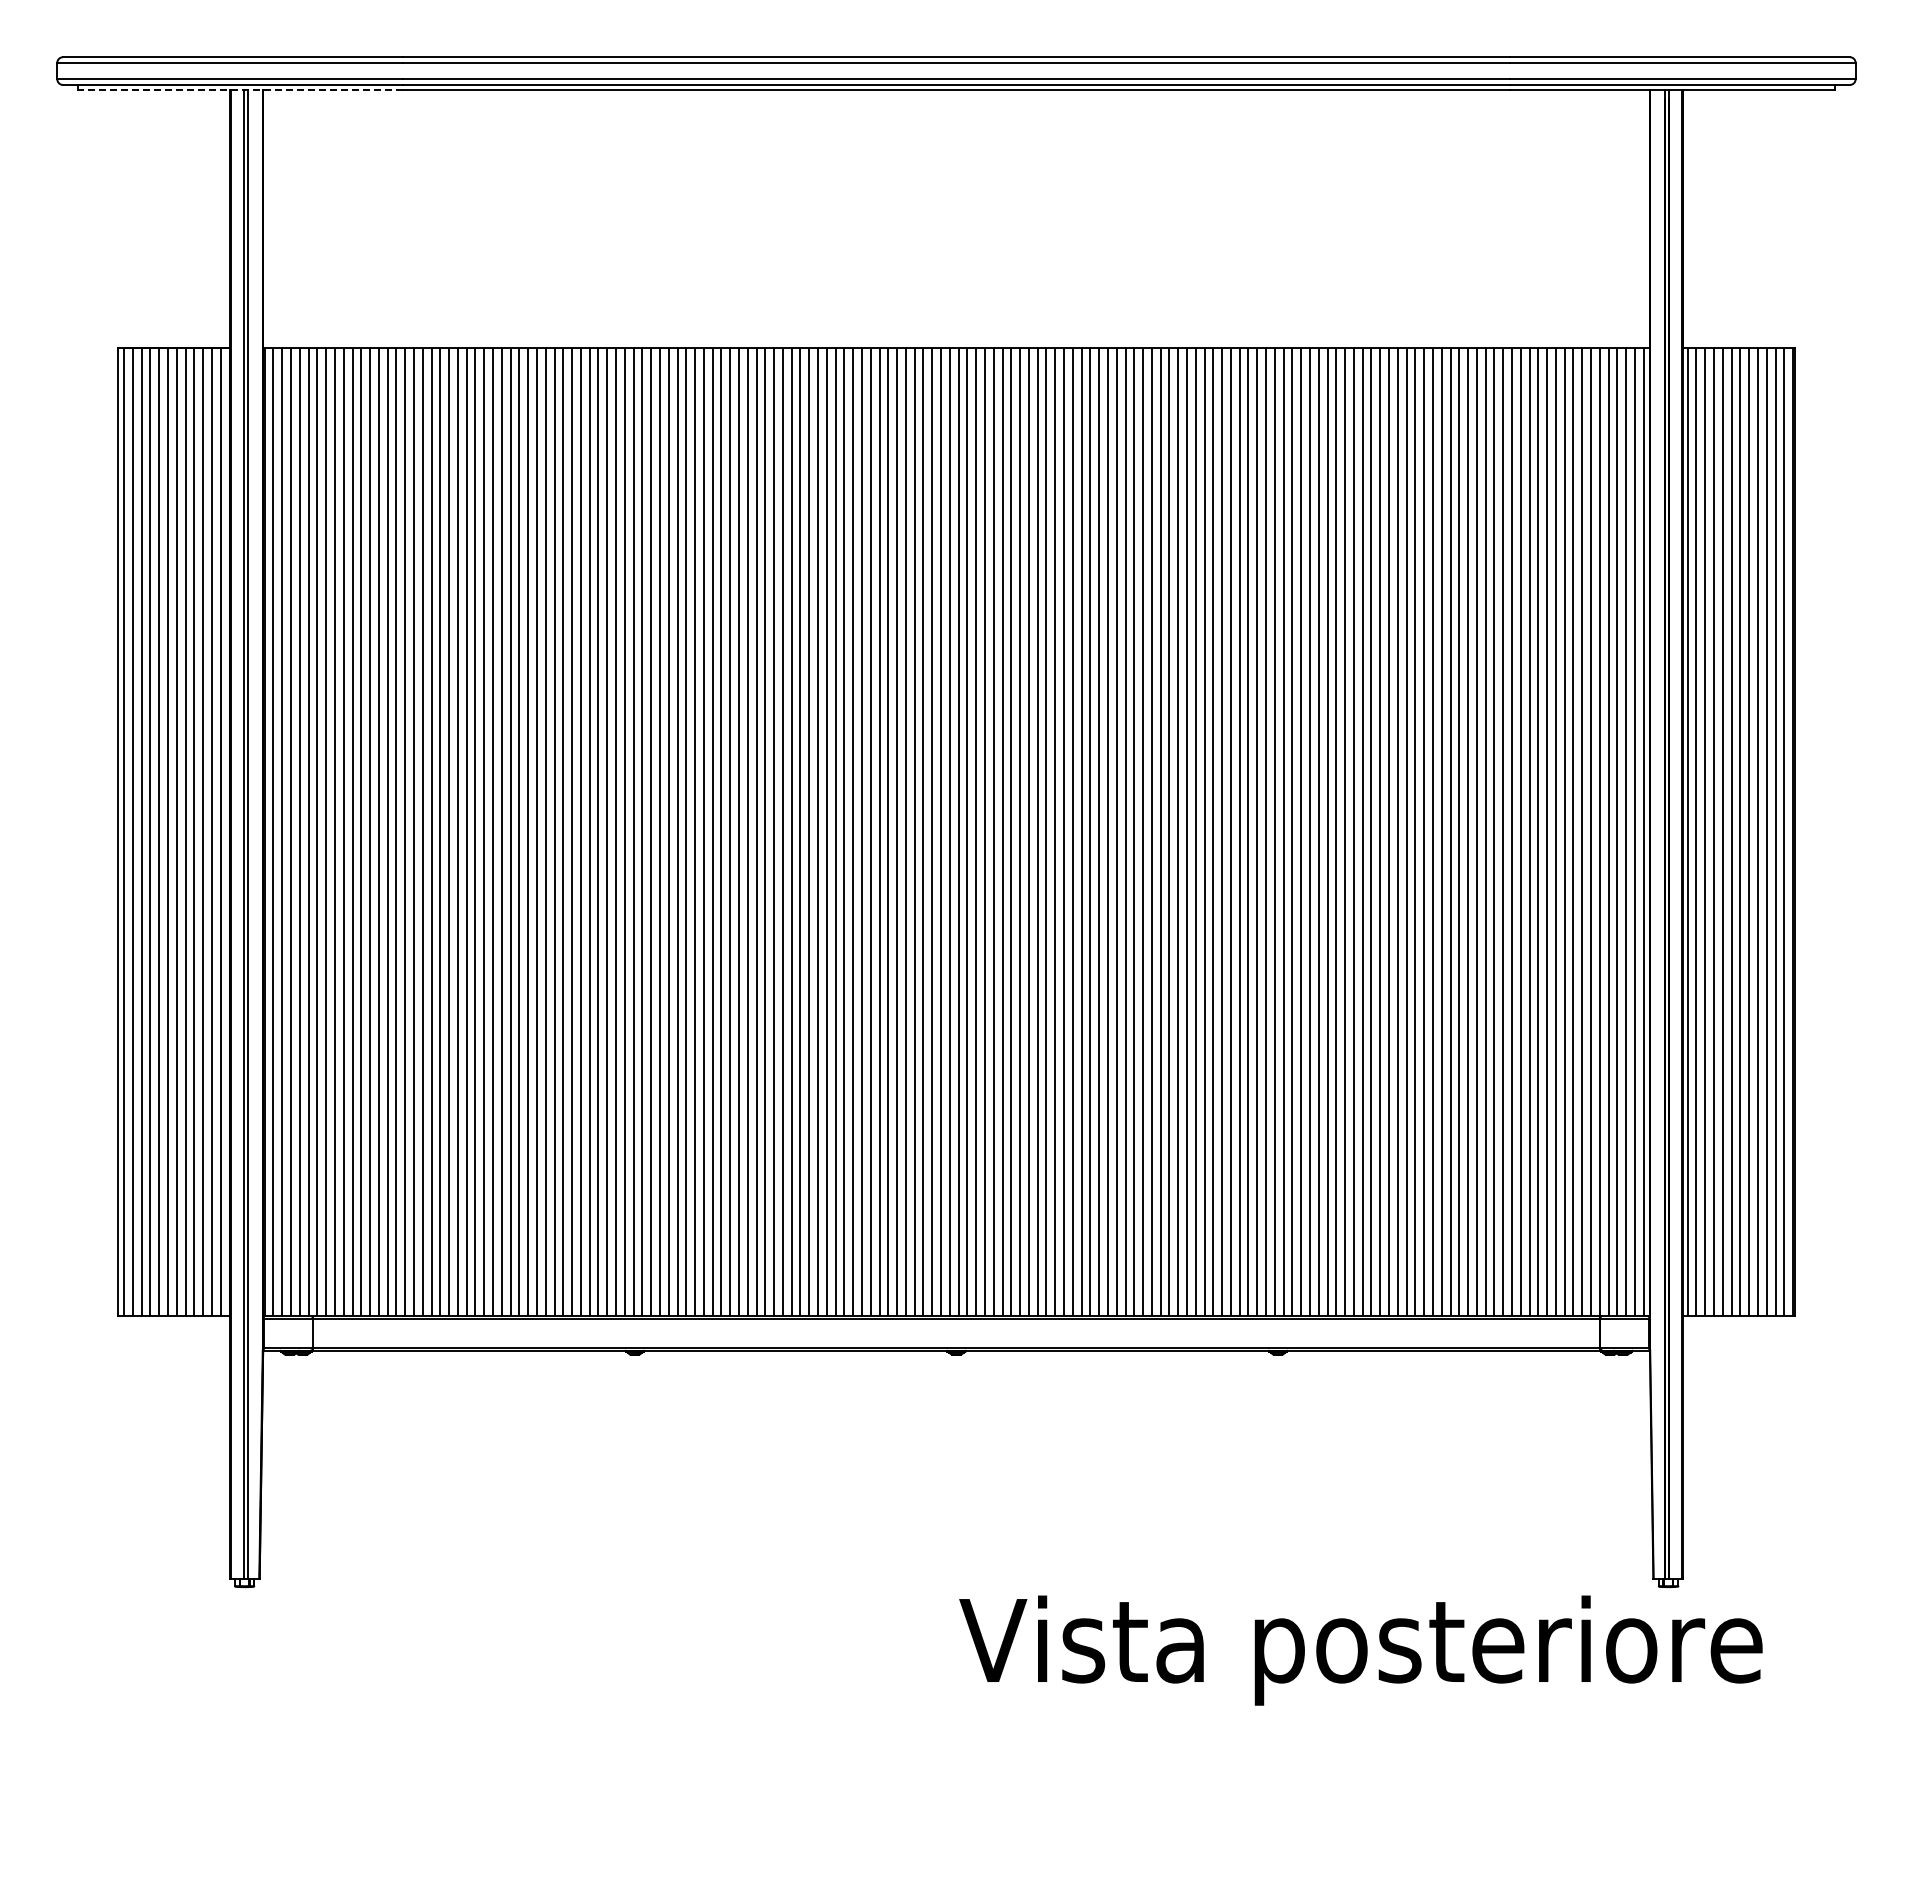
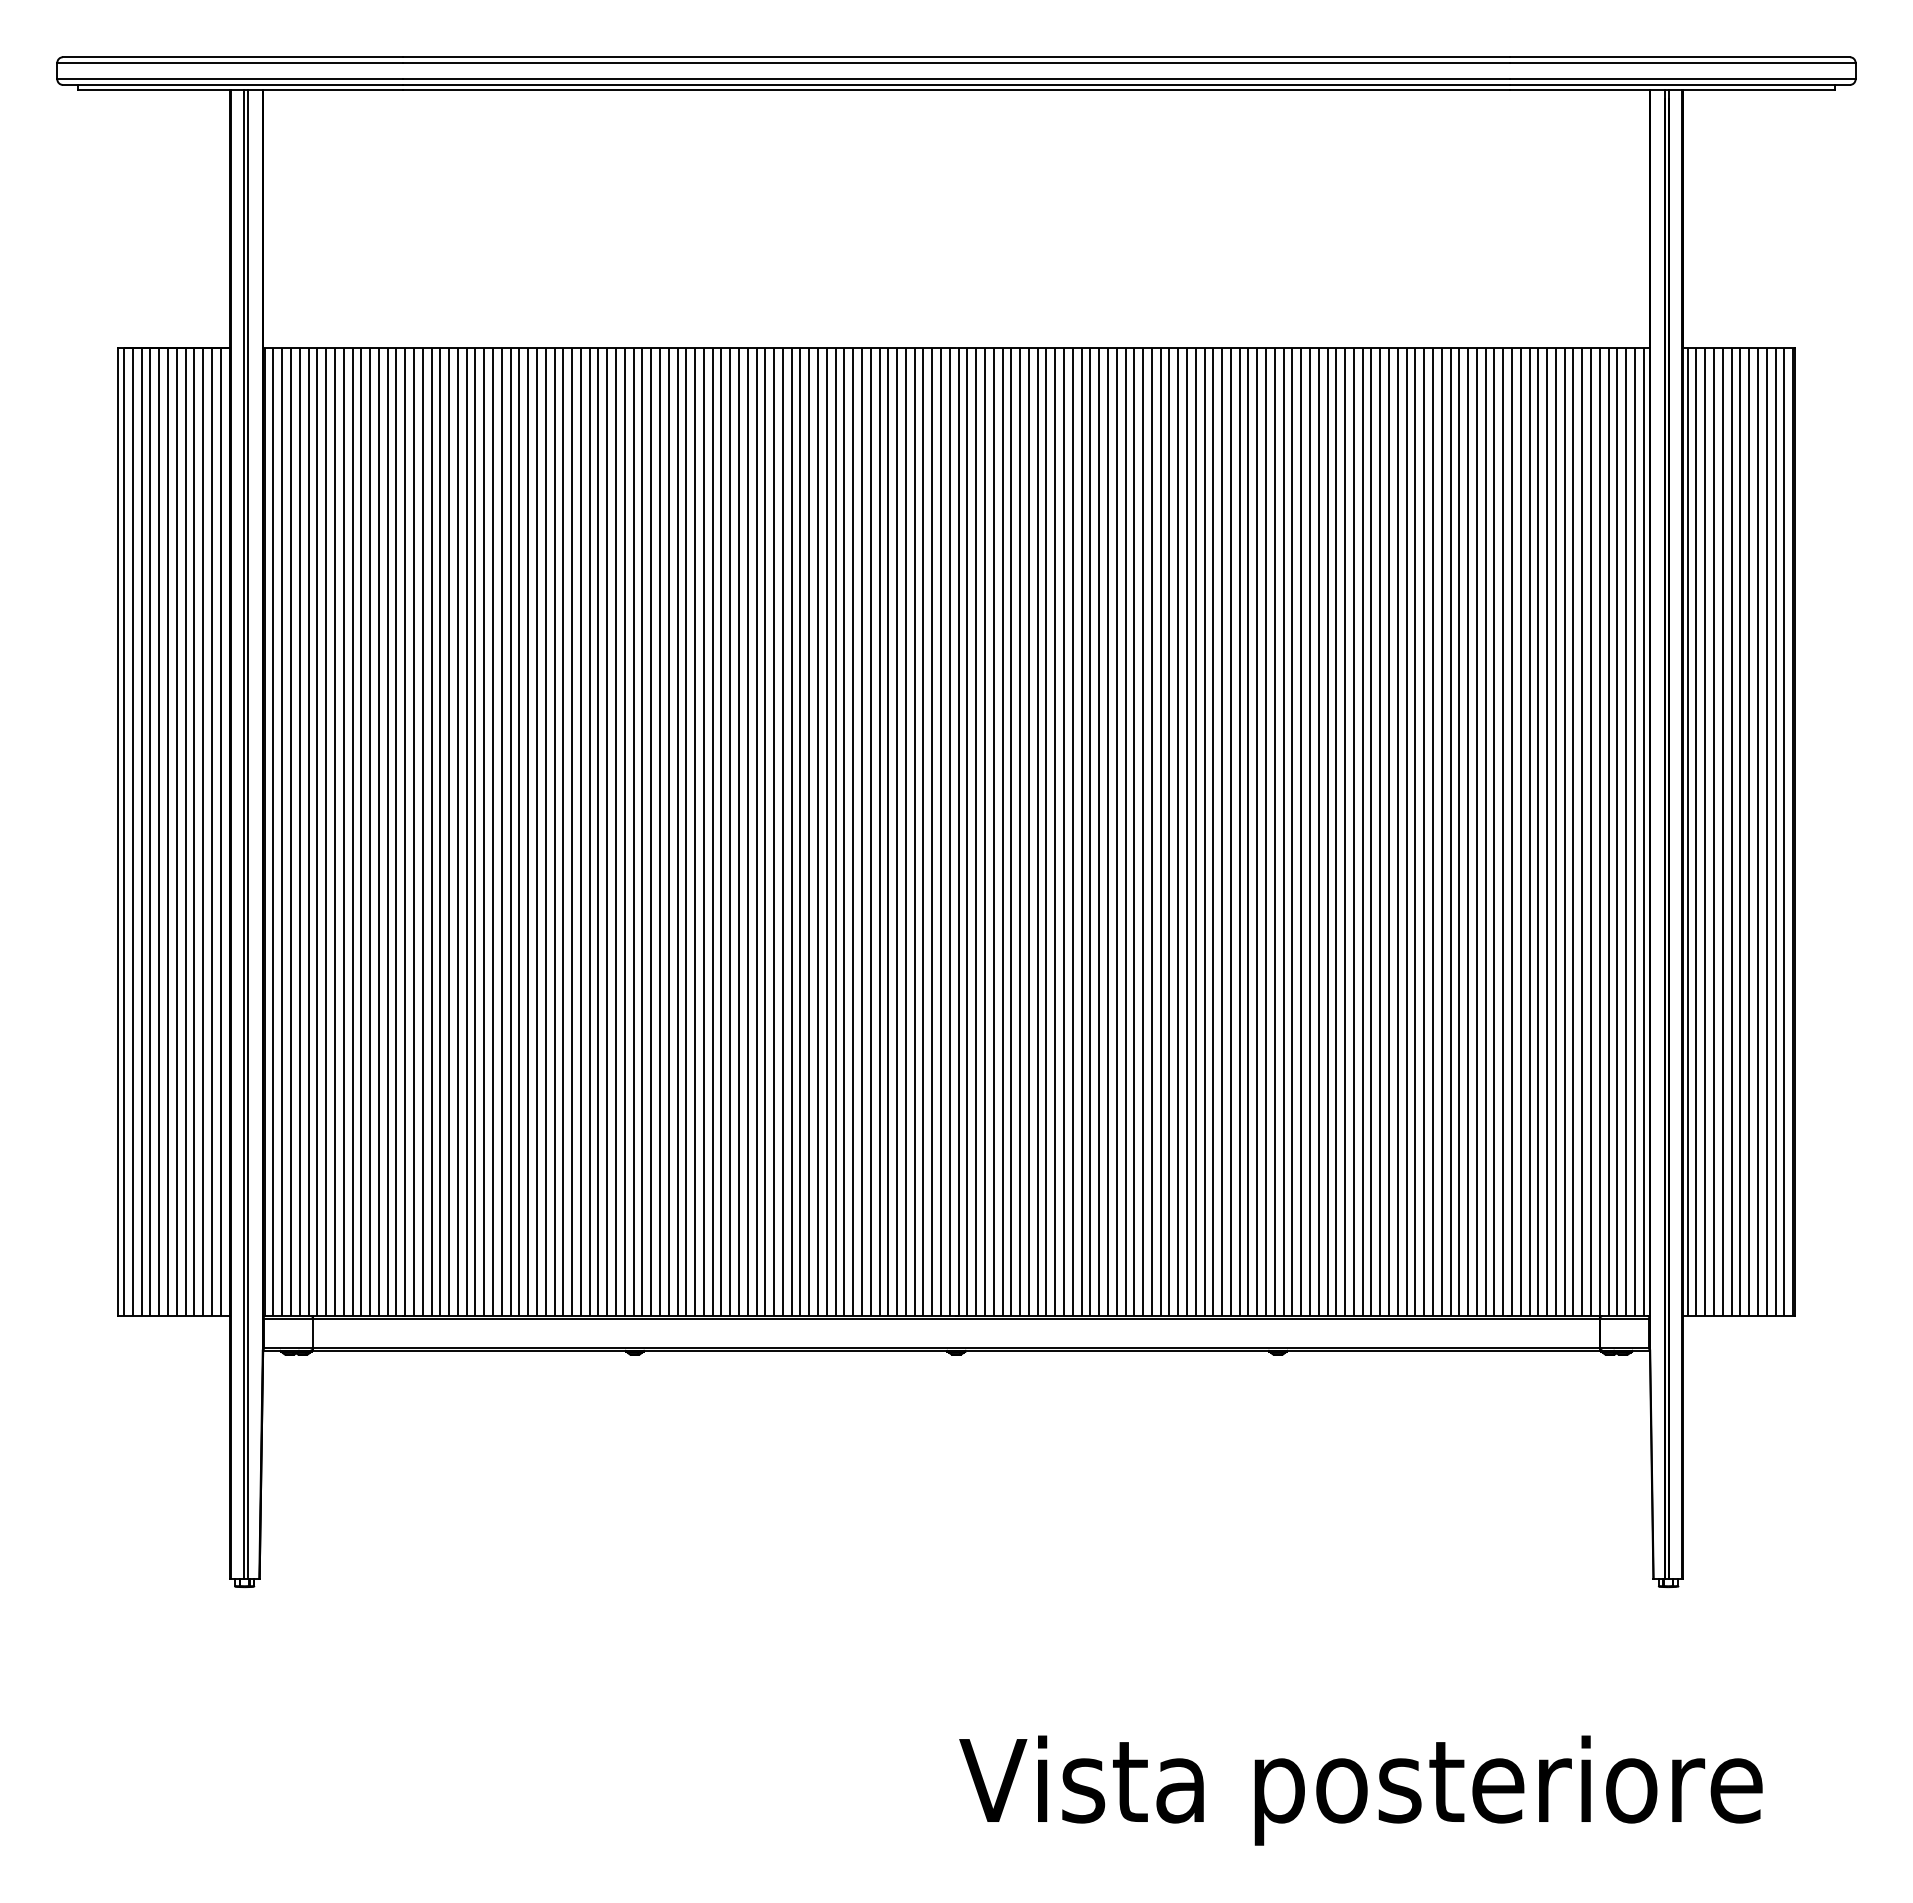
line at (240, 90): dashed -> solid
text at (1360, 1650) position: (1360, 1650) -> (1360, 1790)
